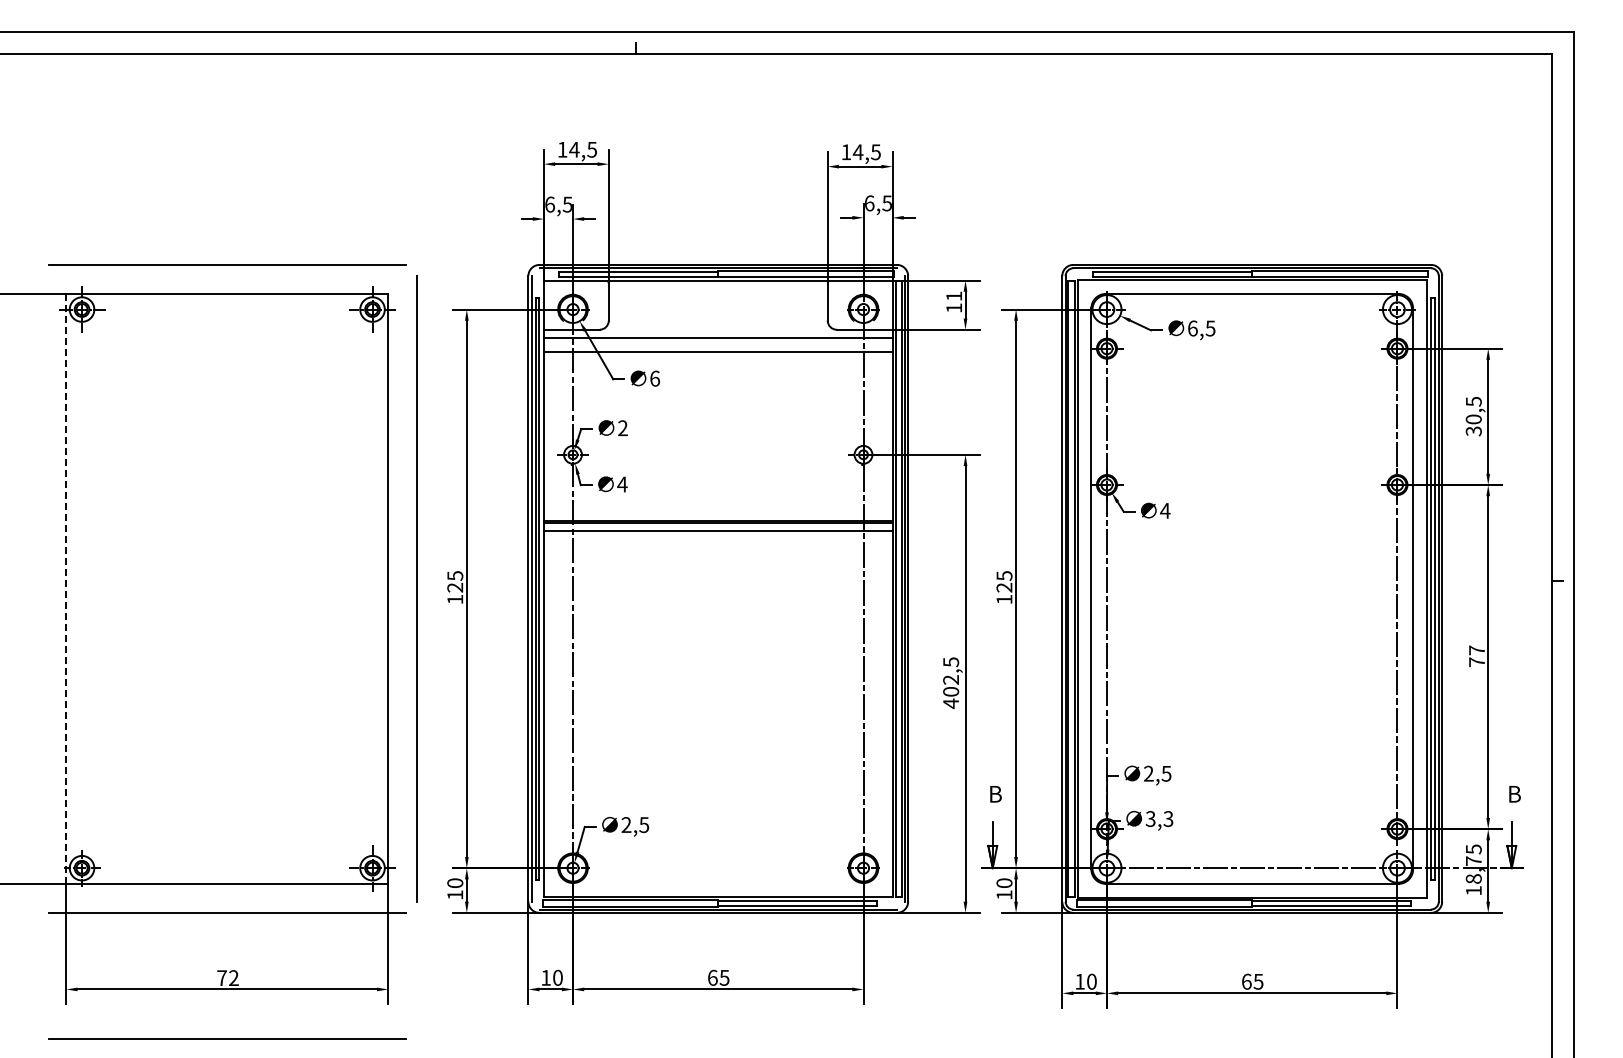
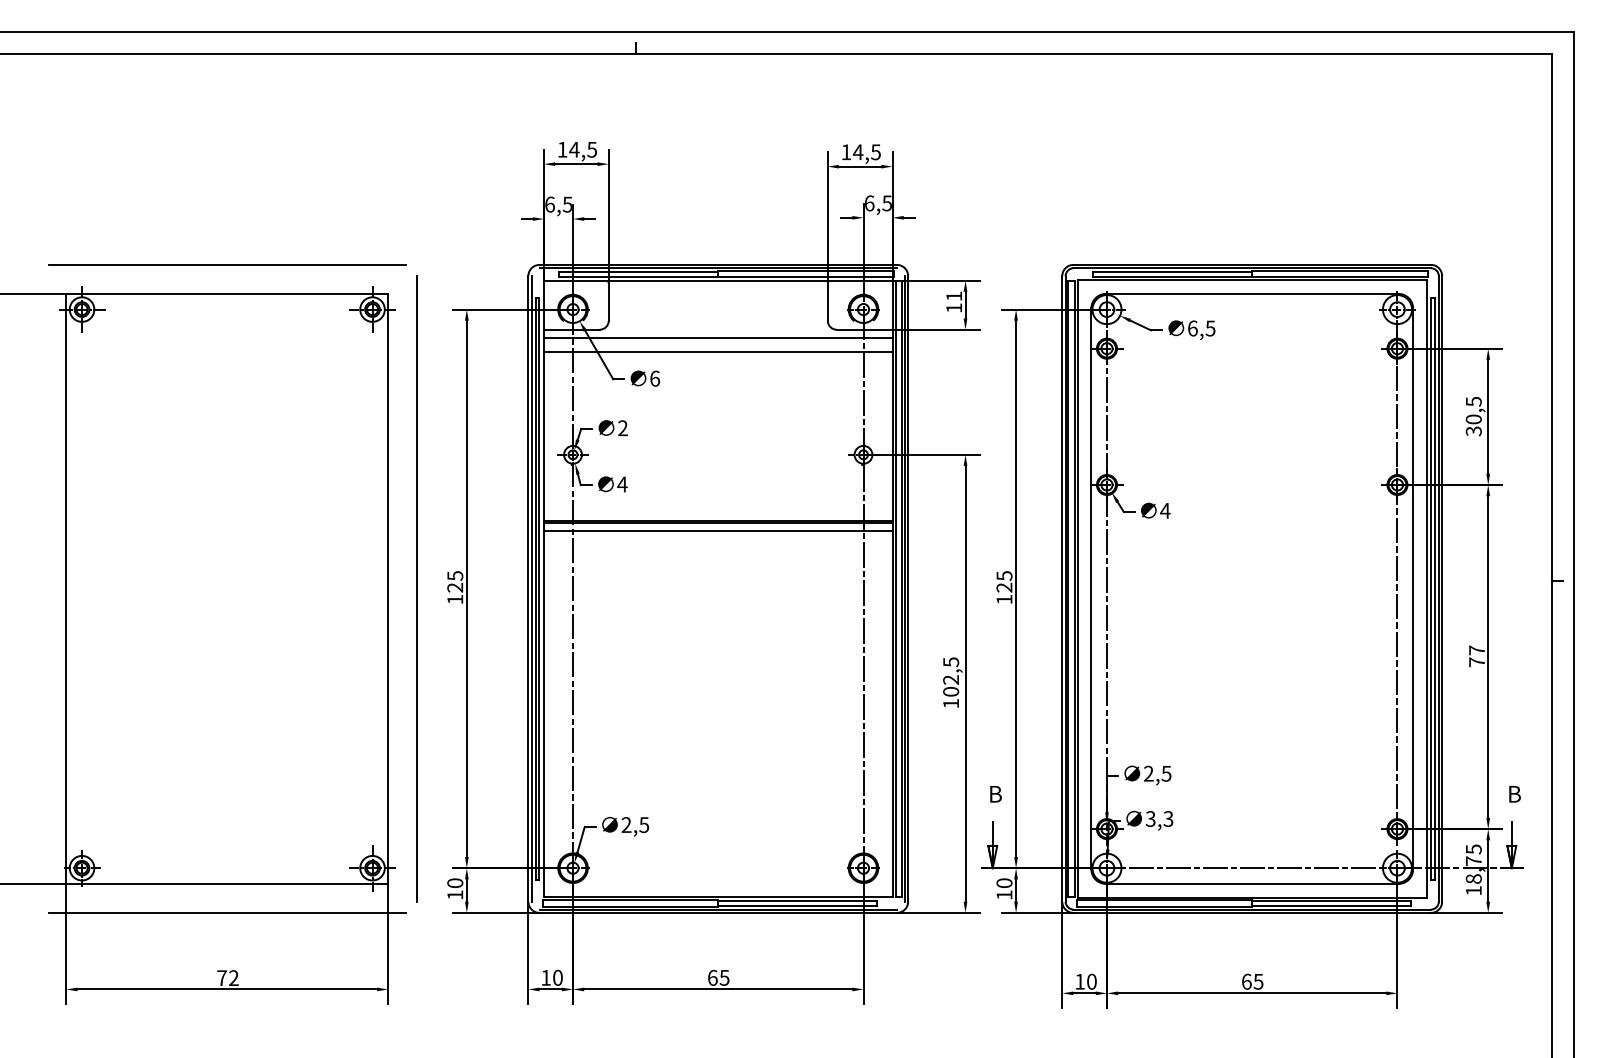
line at (66, 588): dashed -> solid
text at (950, 703): 402,5 -> 102,5
line at (227, 1038): present -> none
